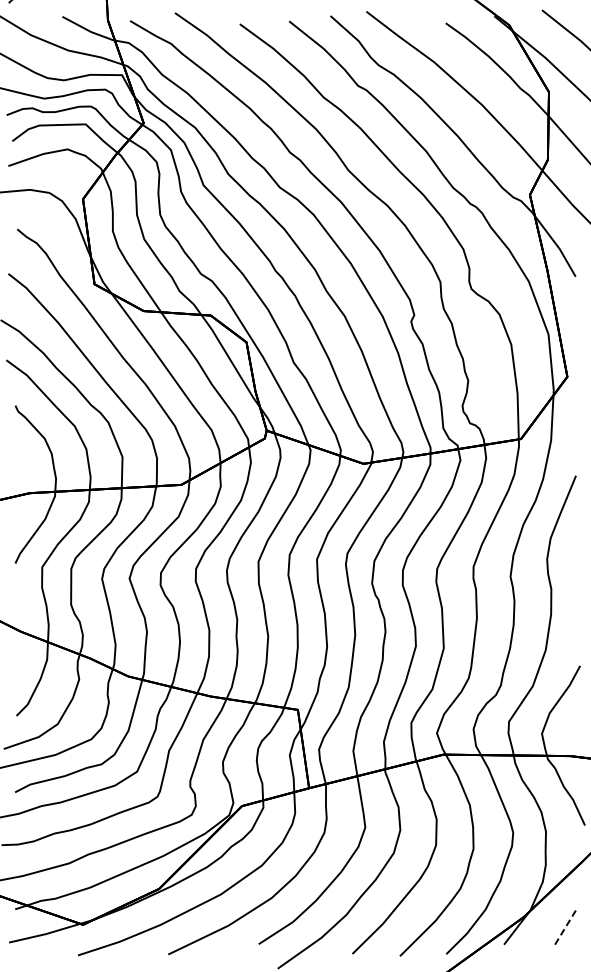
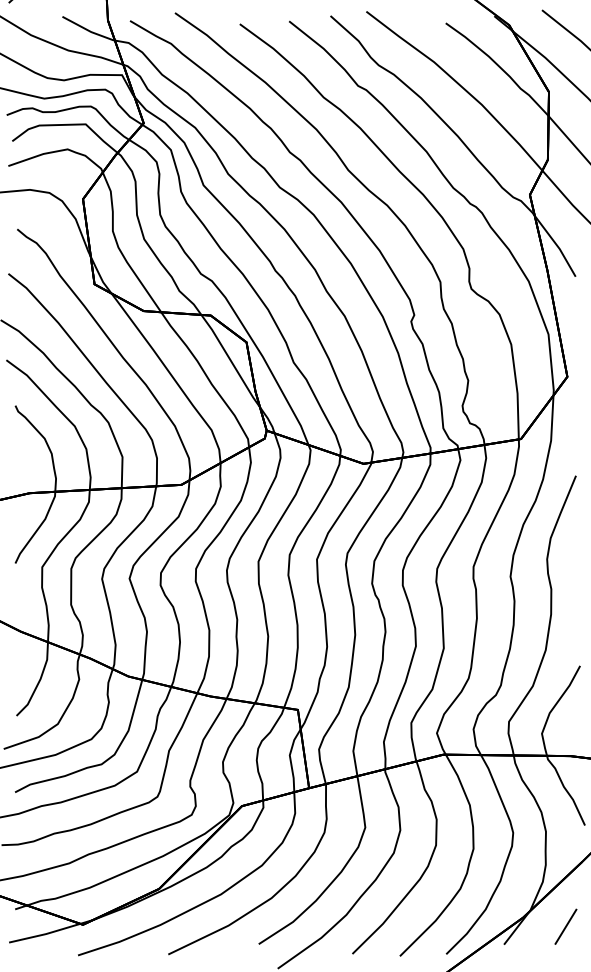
line at (565, 926): dashed -> solid
